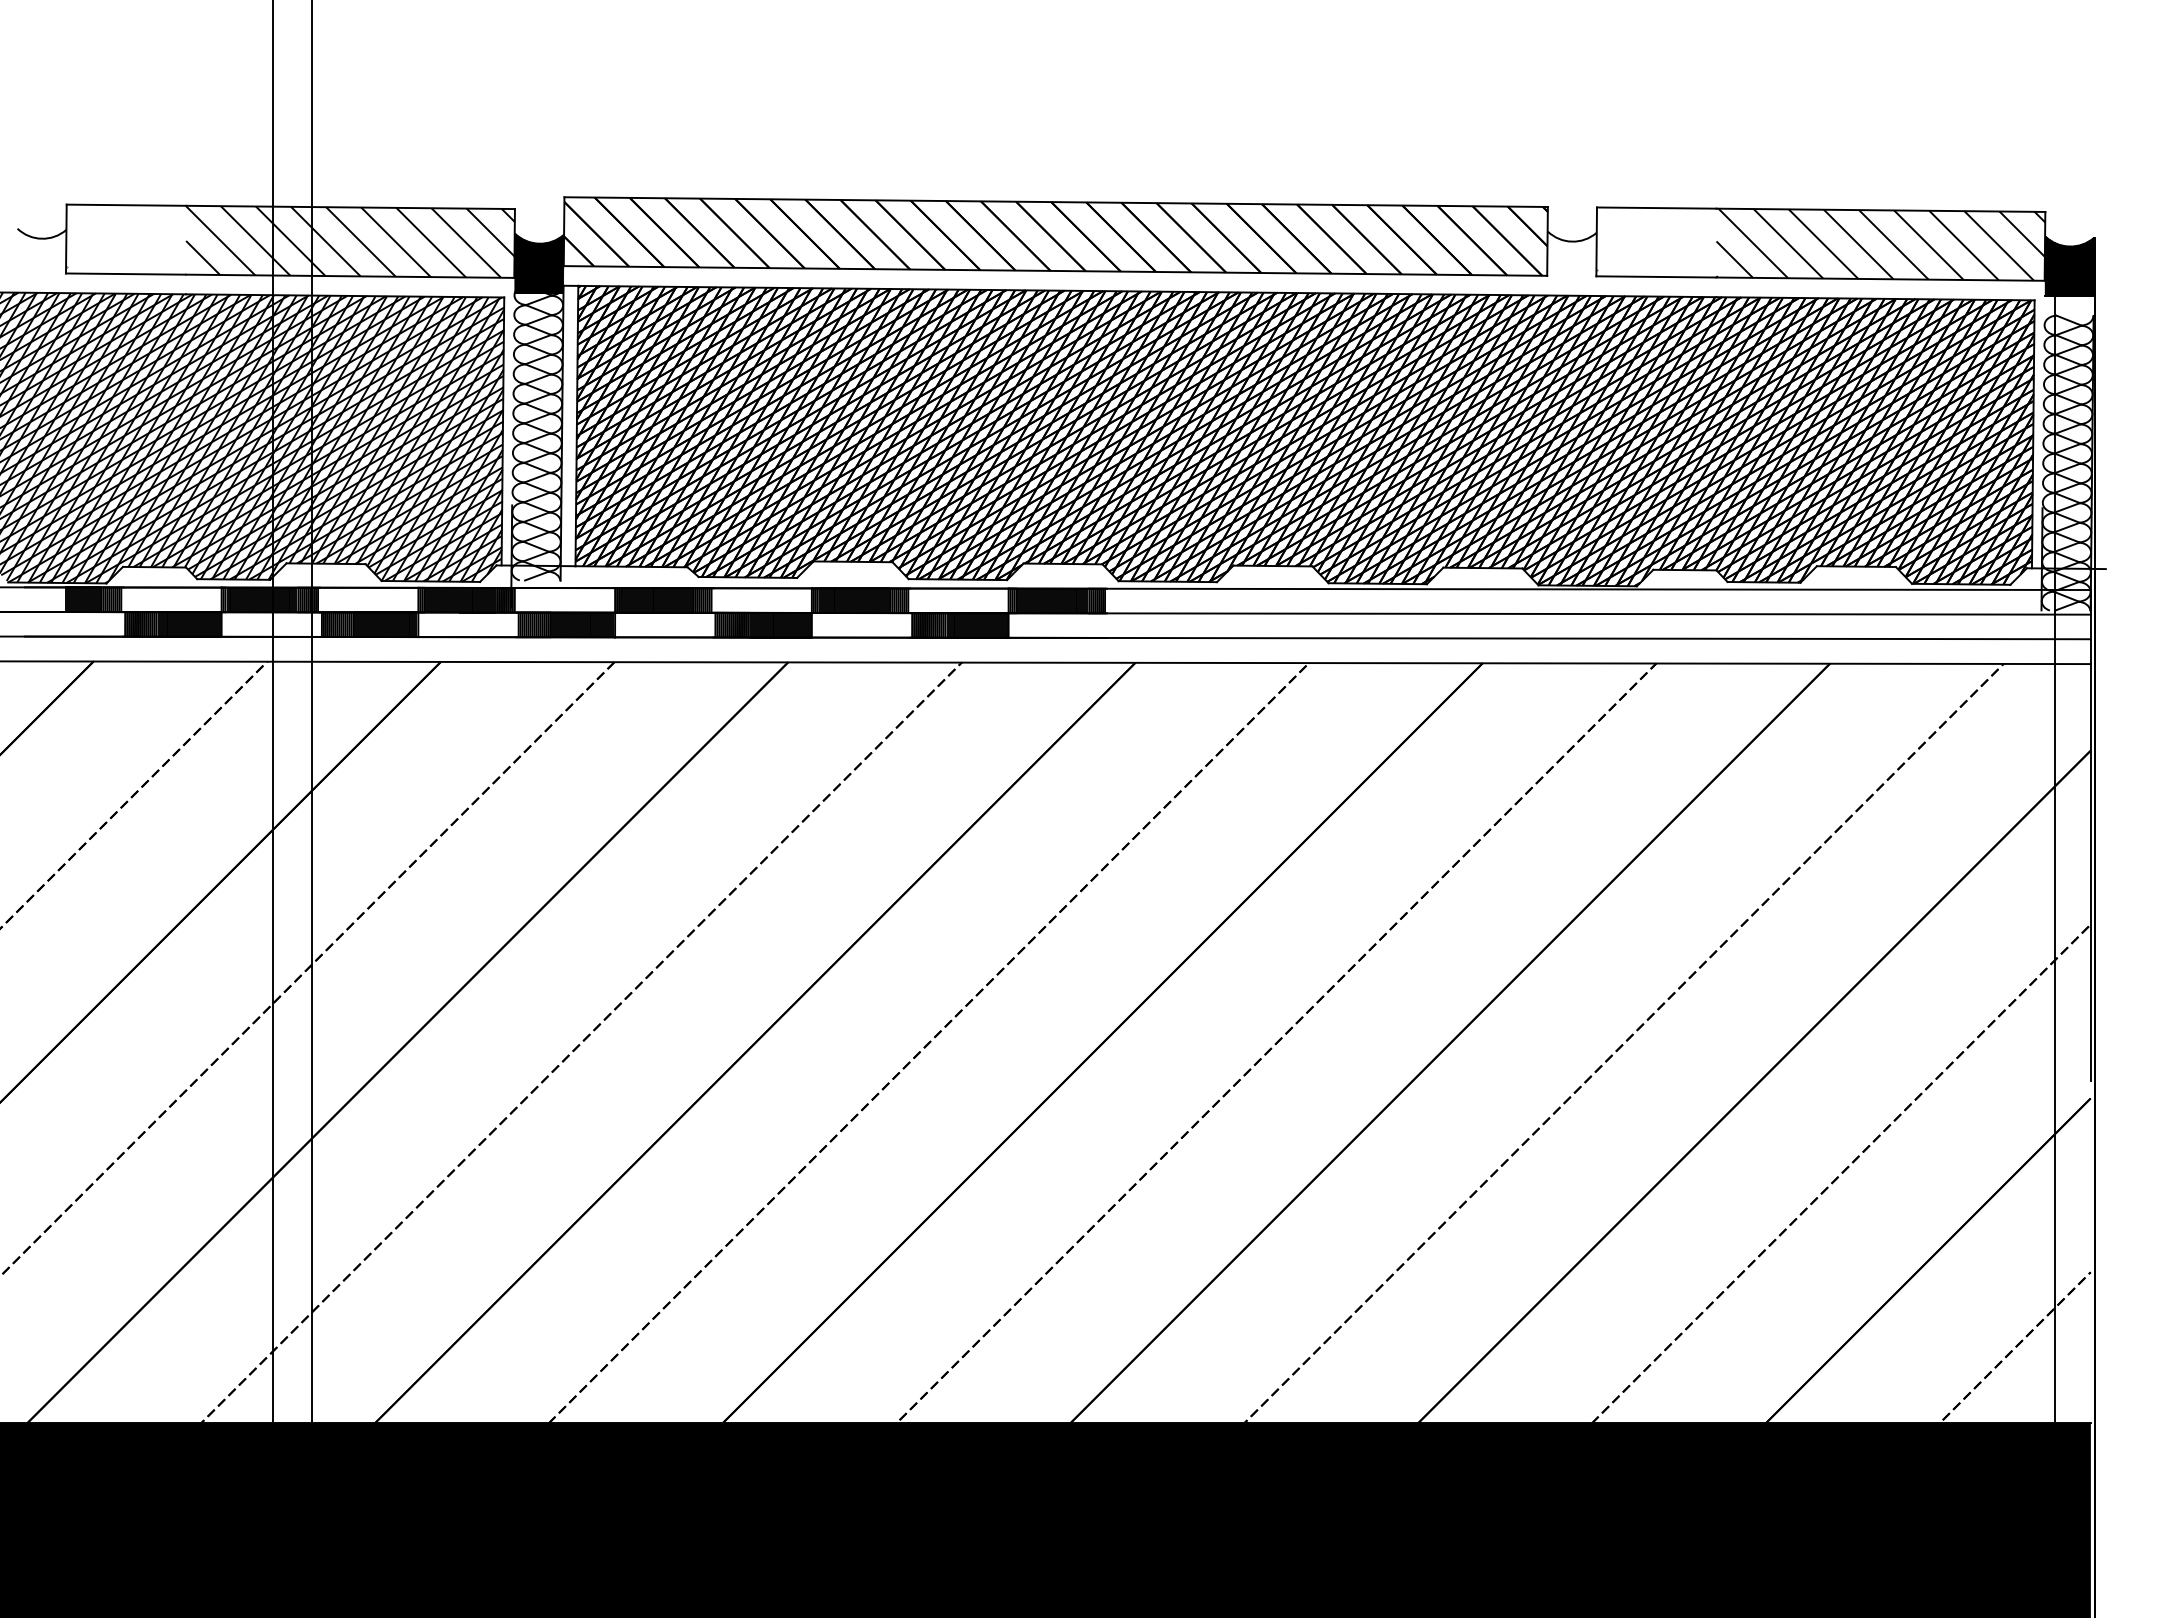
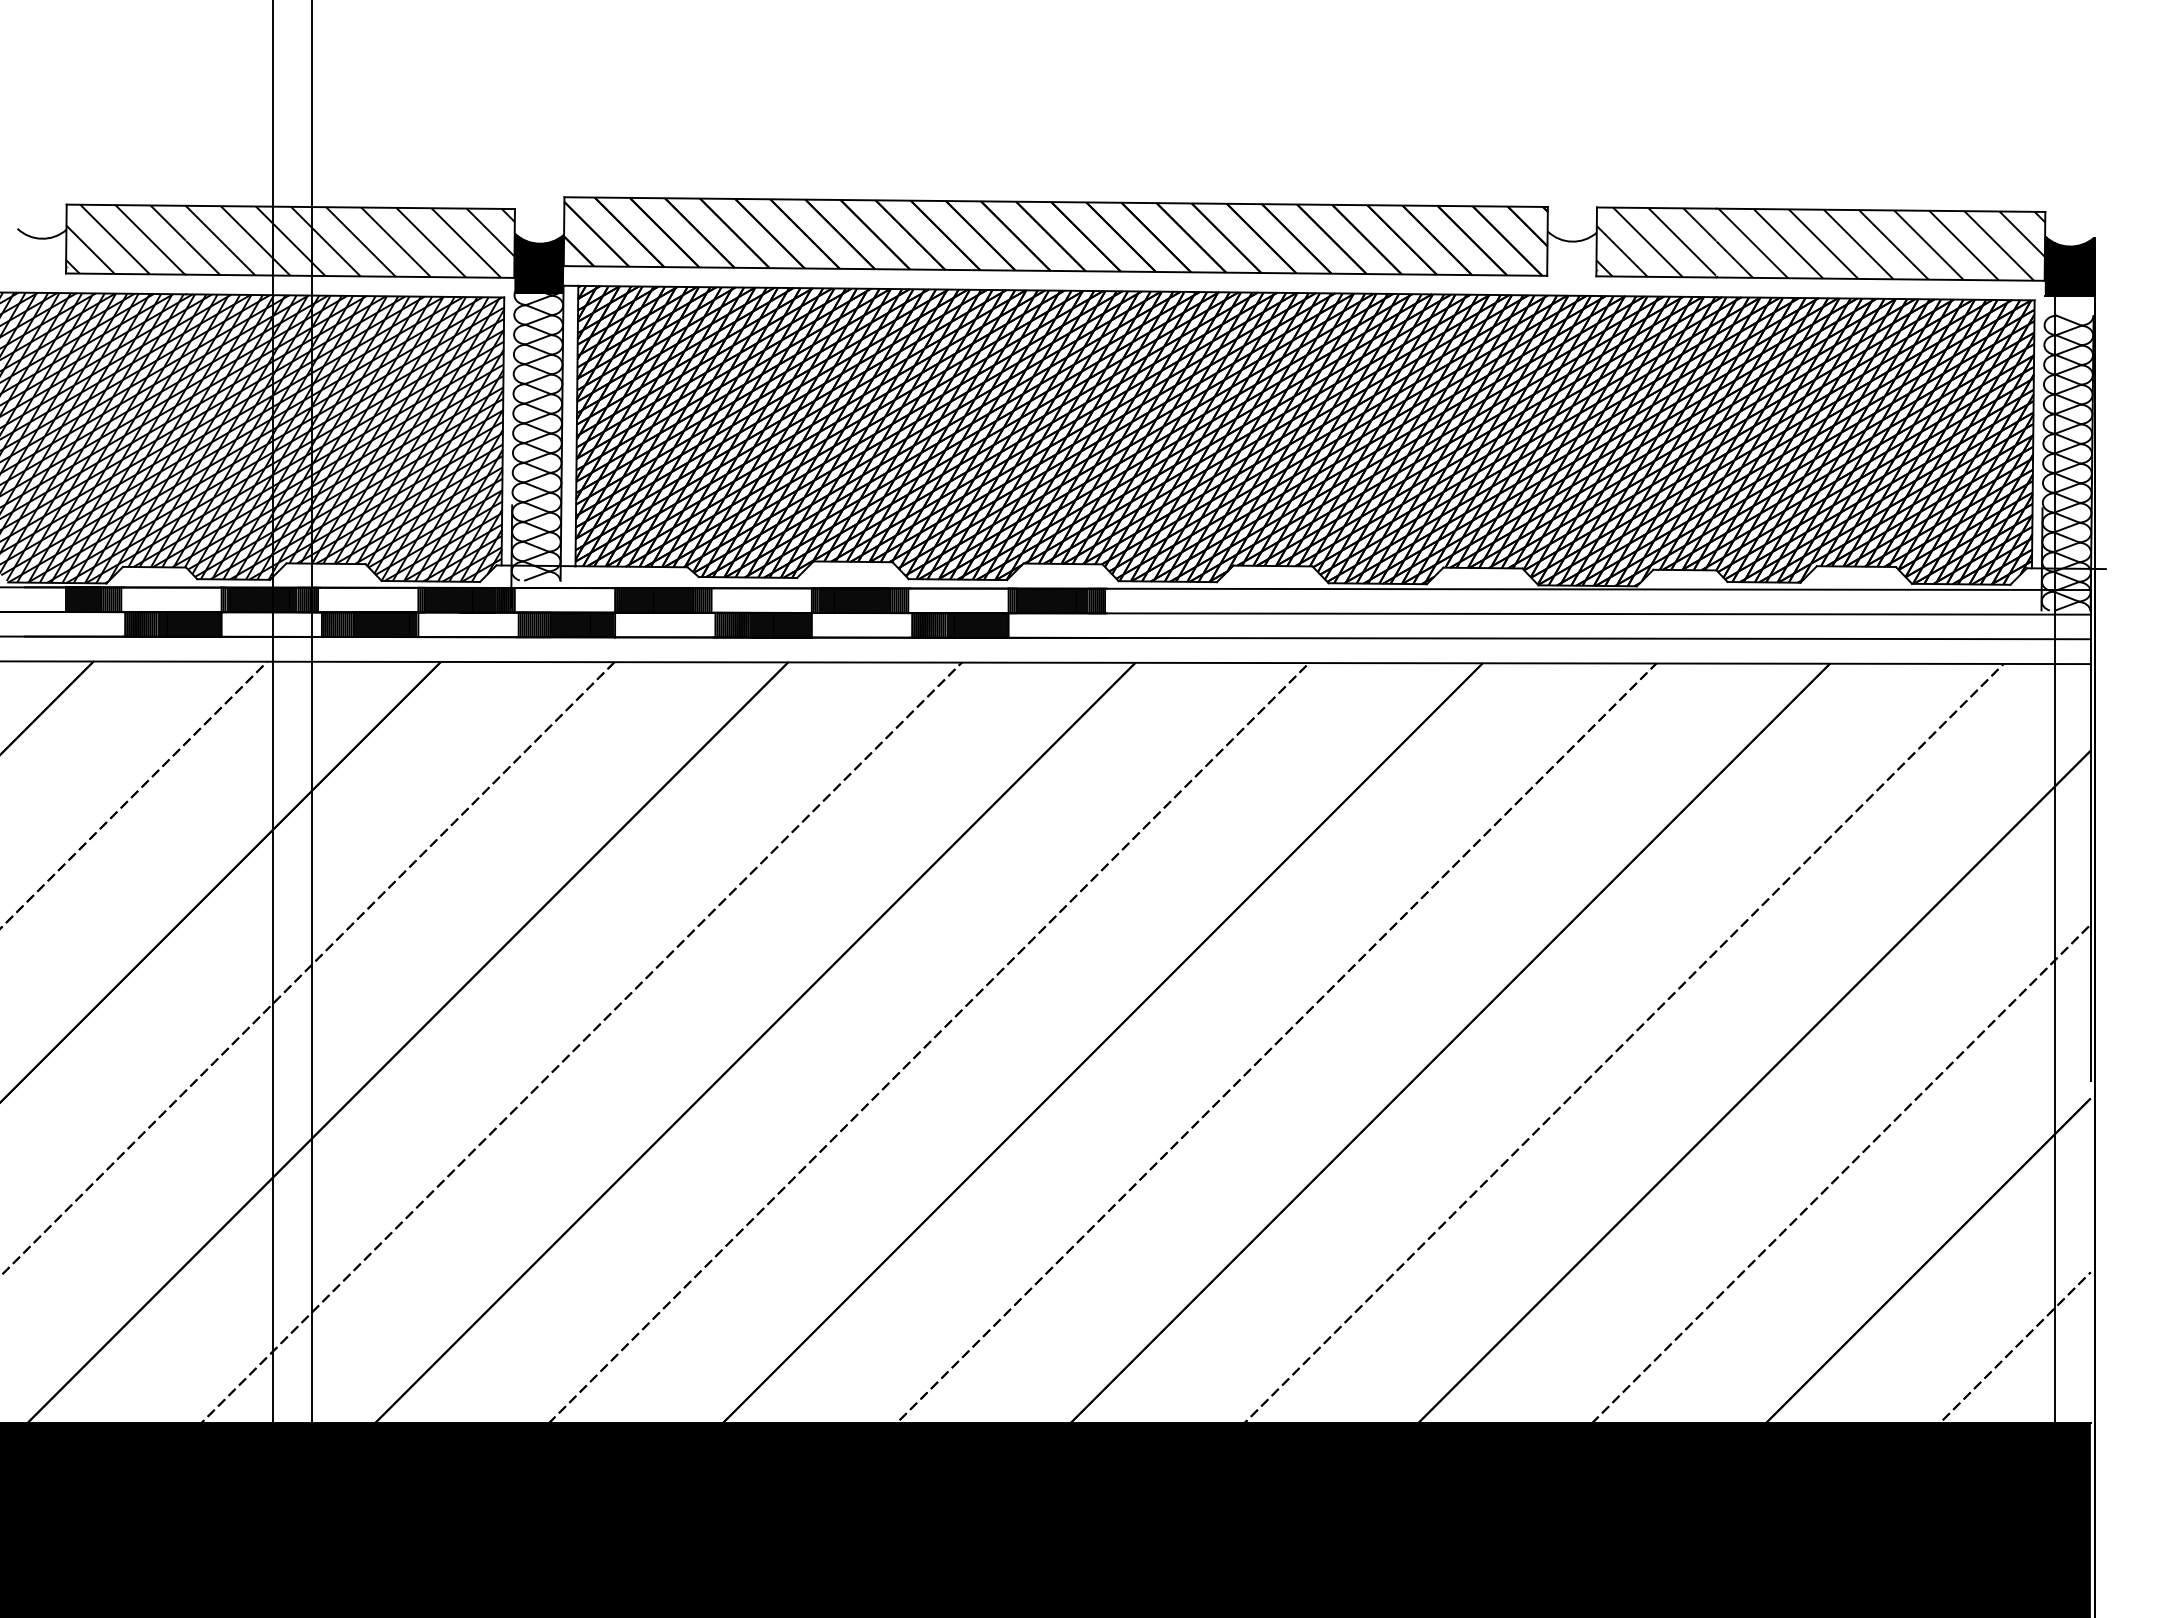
hatch at (126, 239): none -> present
hatch at (1656, 242): none -> present
